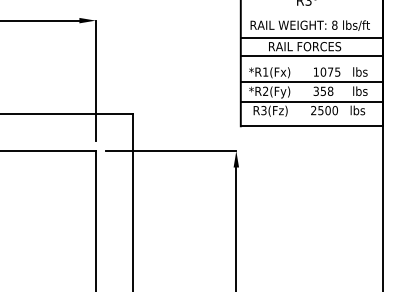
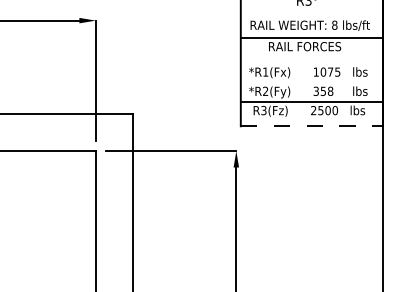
line at (311, 56): present -> none
line at (311, 82): present -> none
line at (311, 126): solid -> dashed
